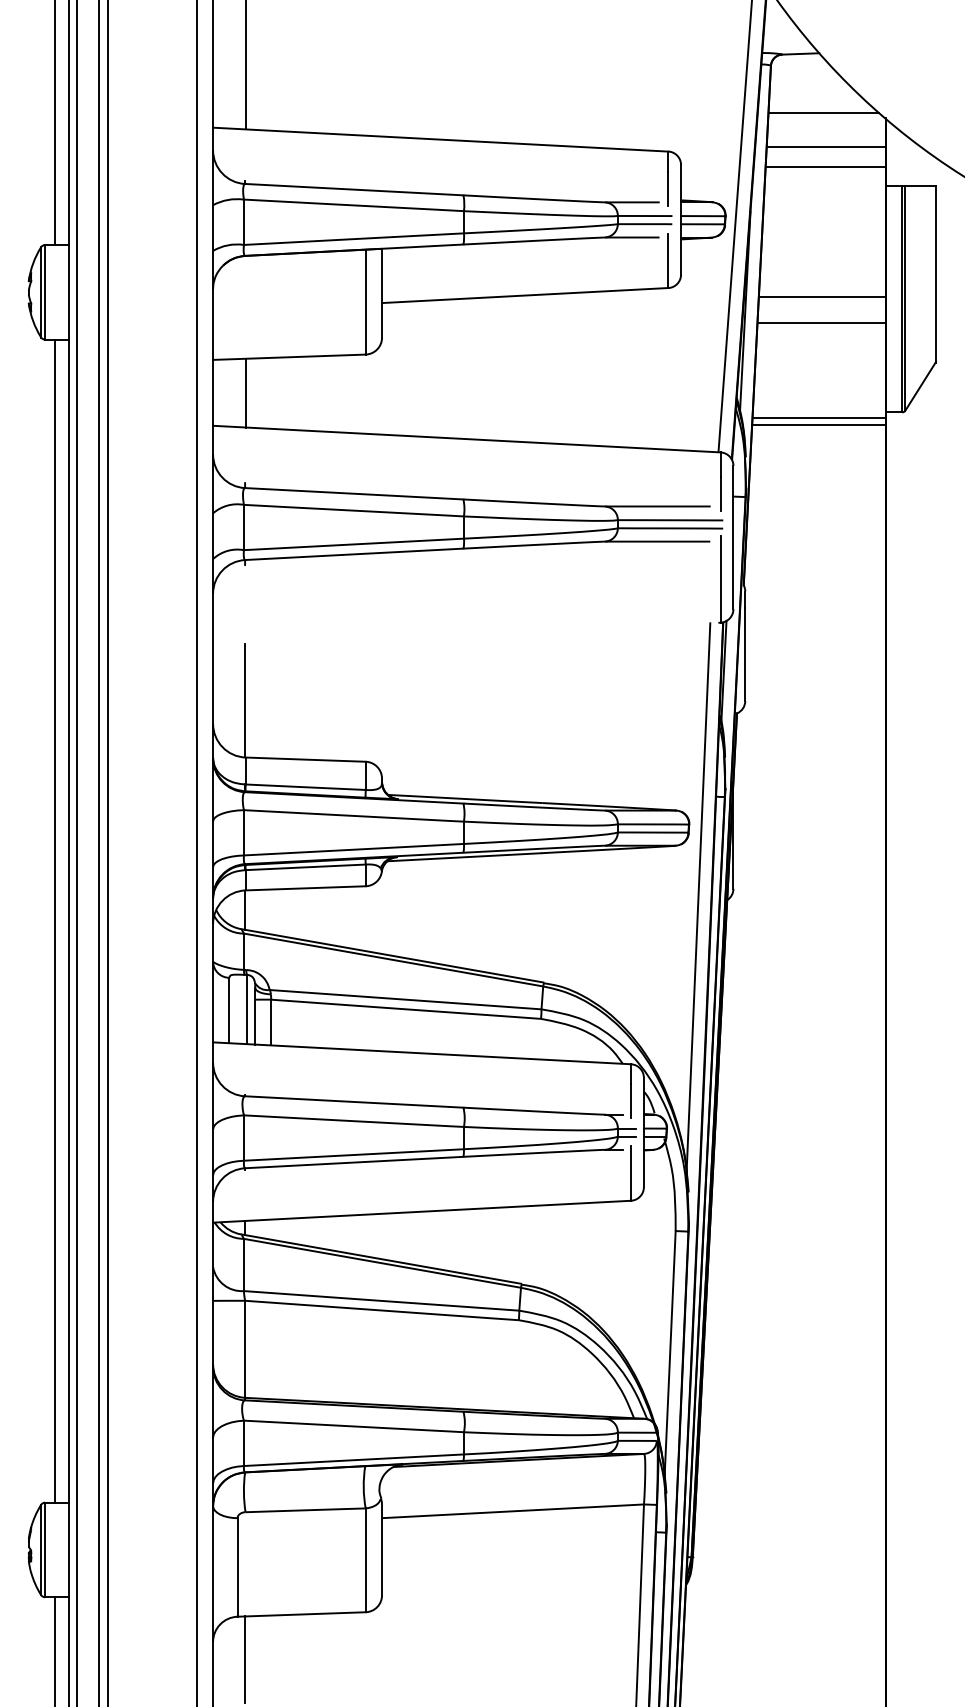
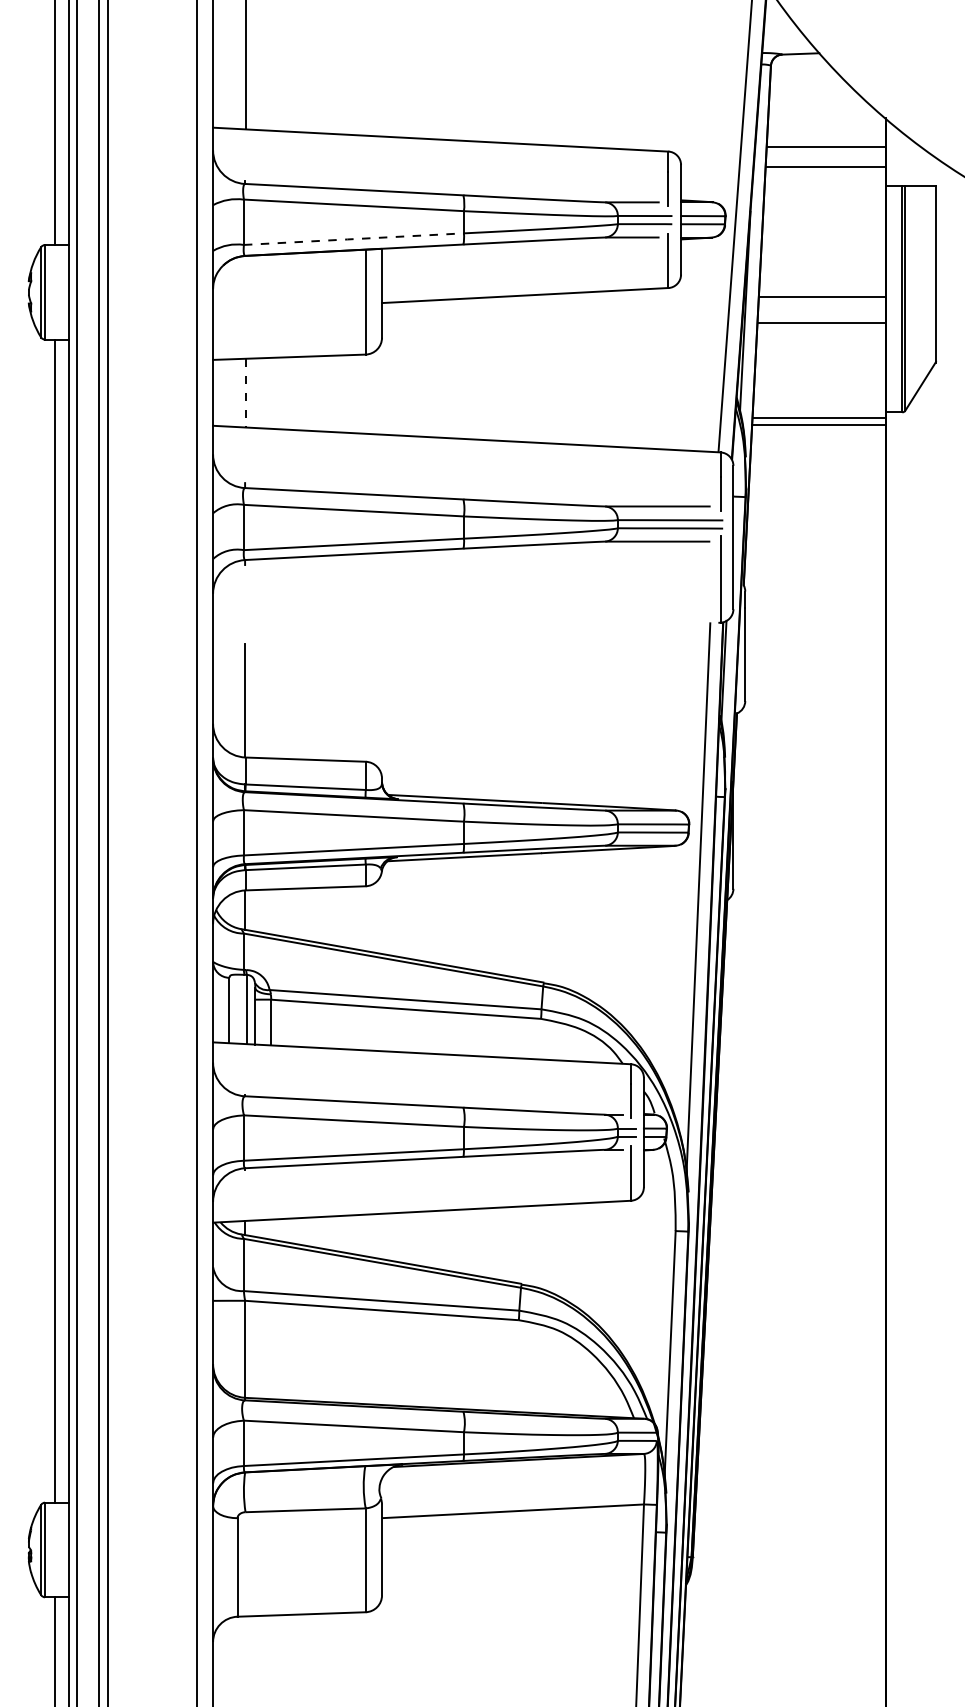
line at (823, 112): present -> none
line at (353, 239): solid -> dashed
line at (245, 393): solid -> dashed
line at (245, 1659): present -> none
